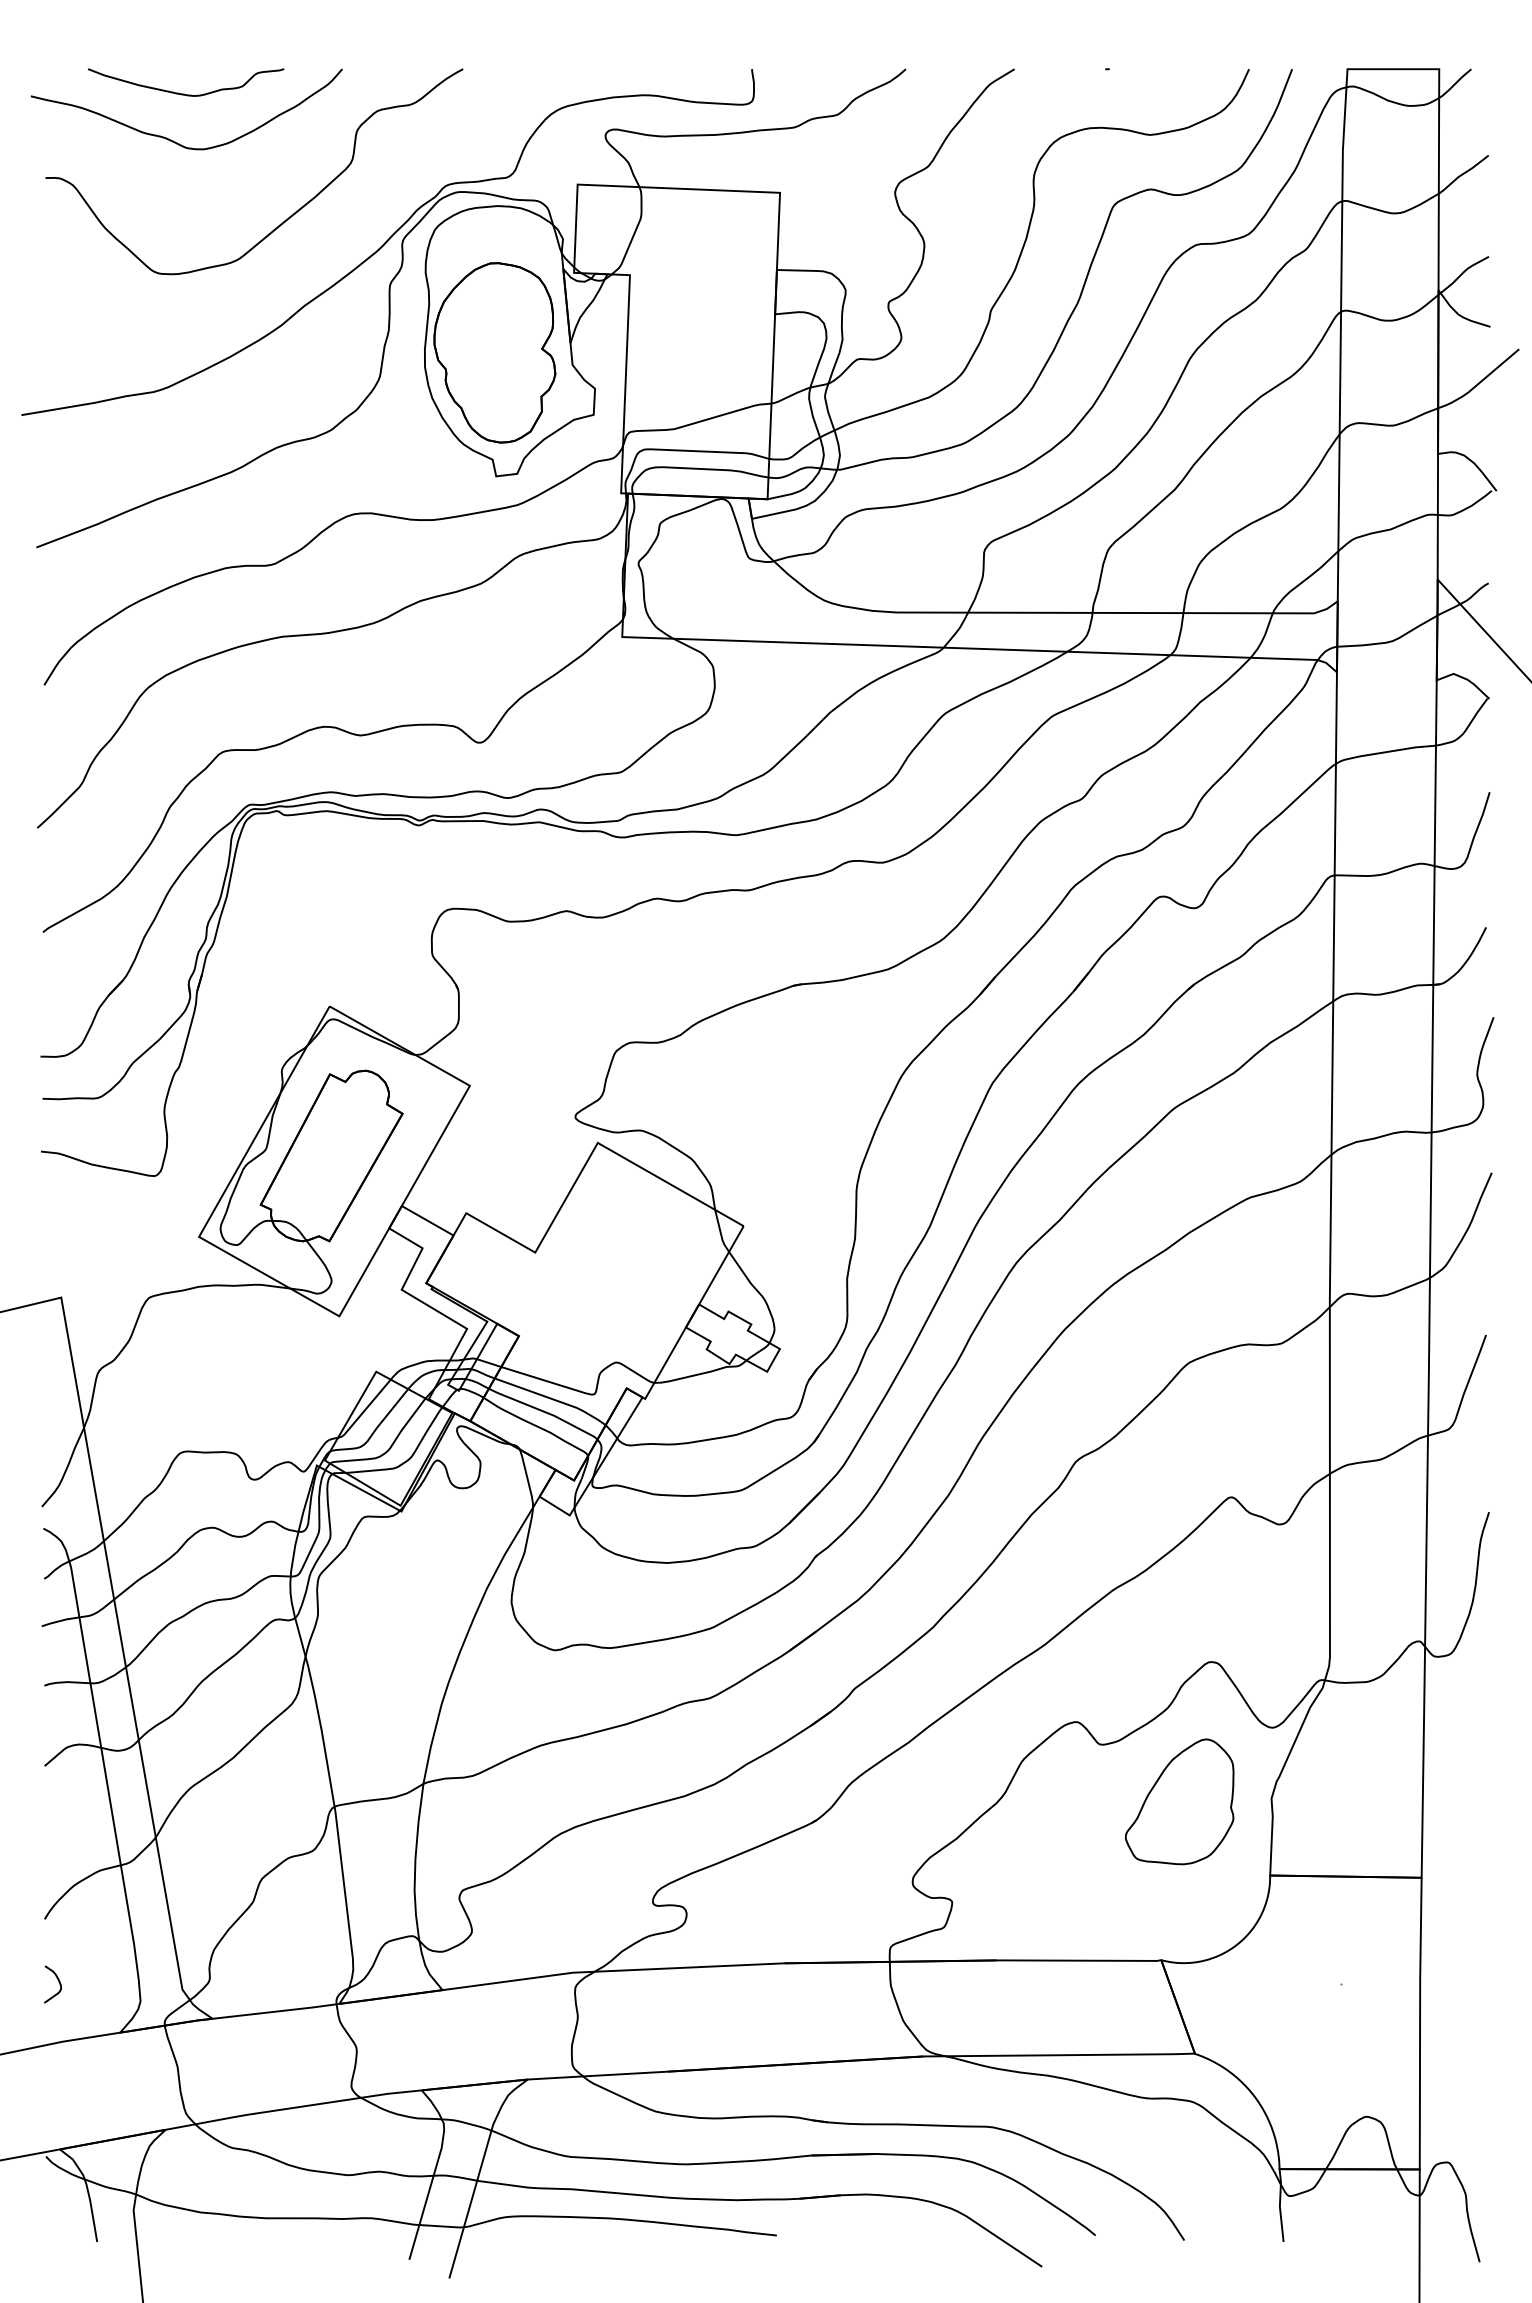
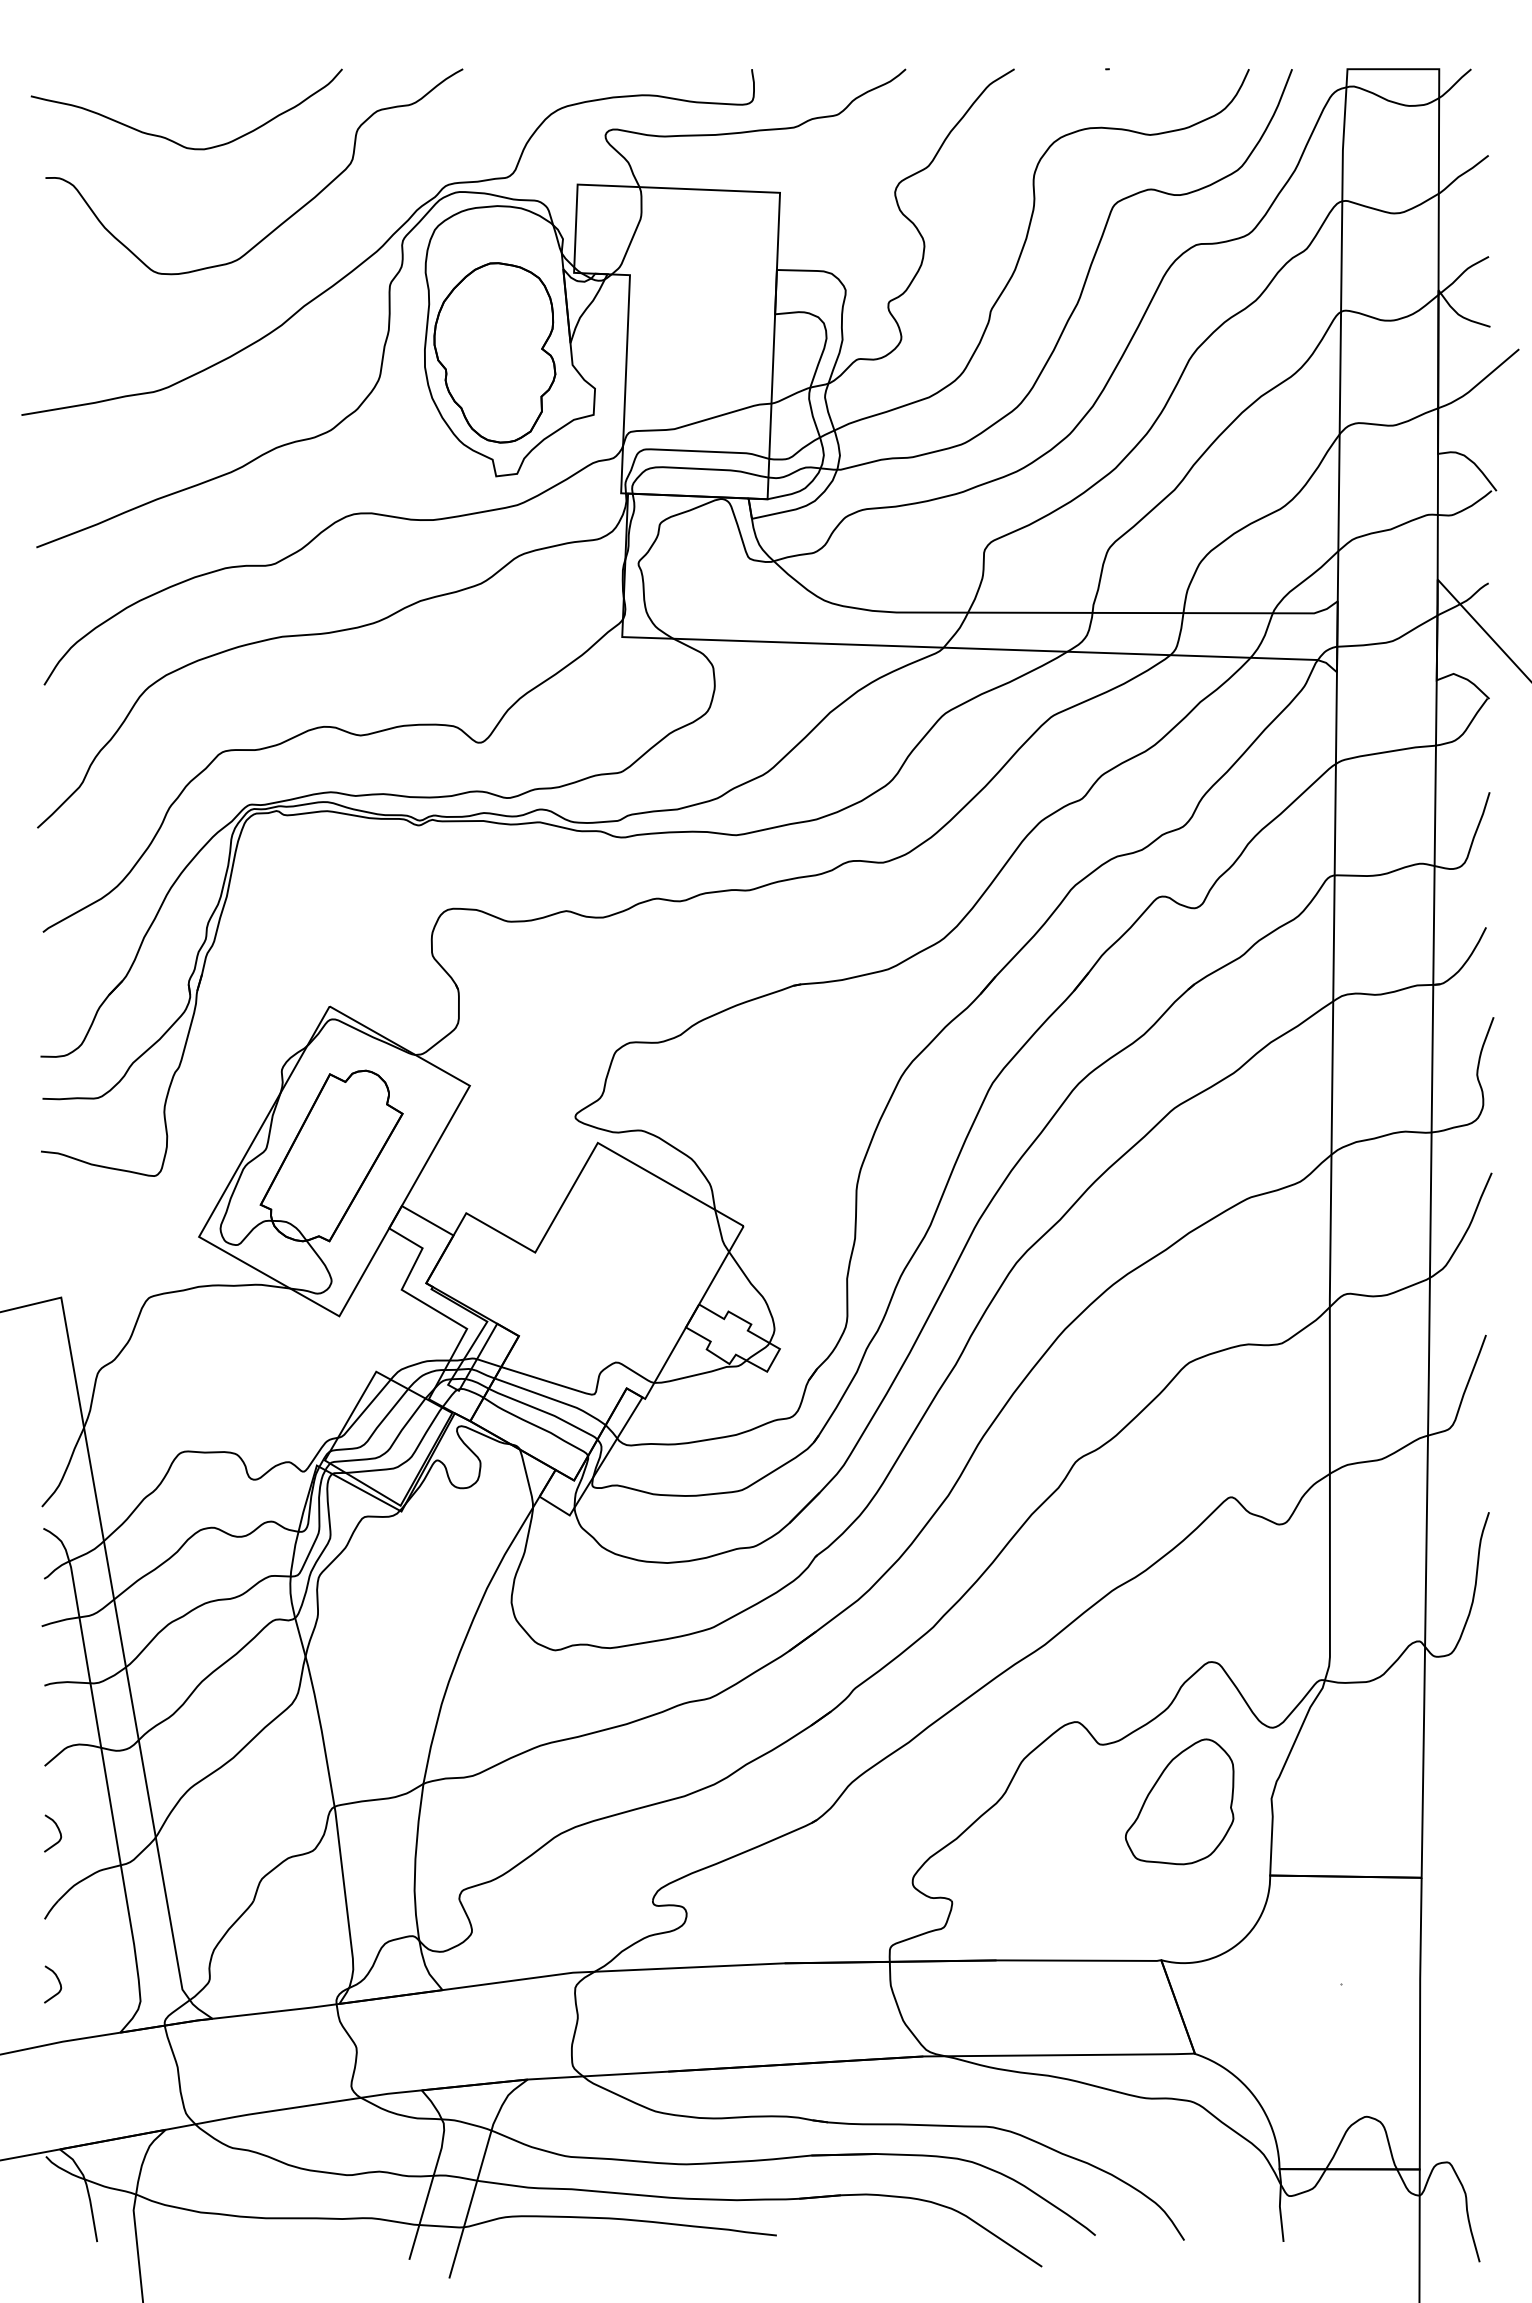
curve at (184, 93): present -> none
curve at (58, 1831): none -> present
